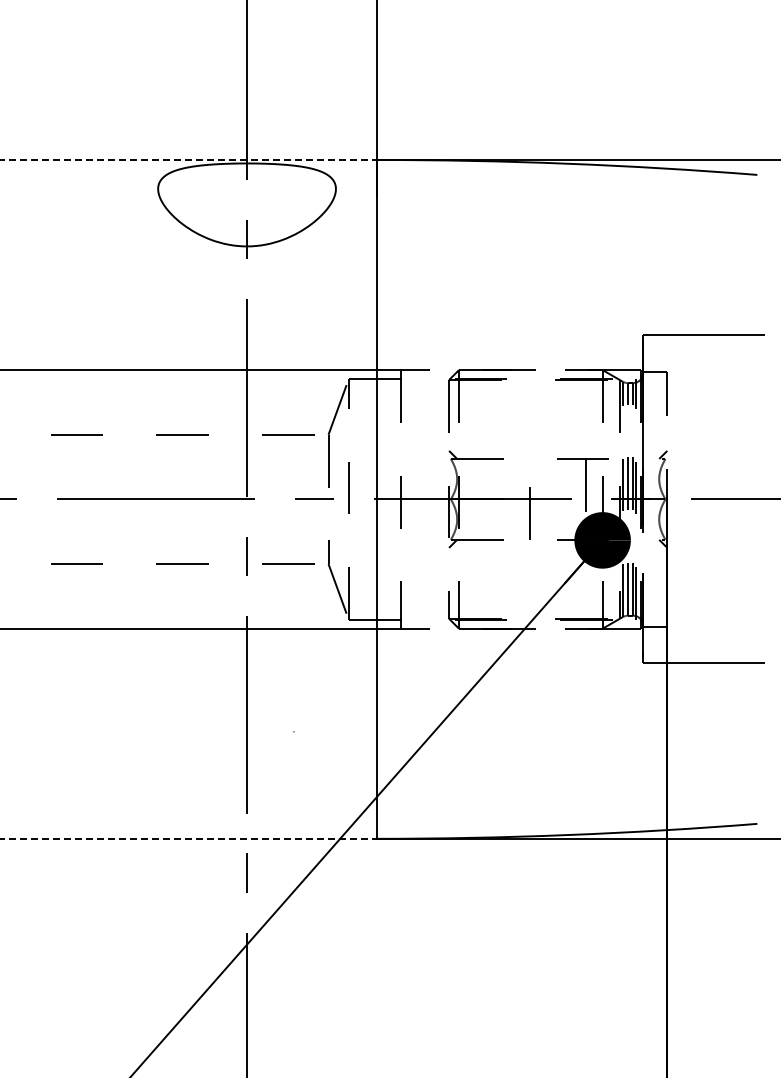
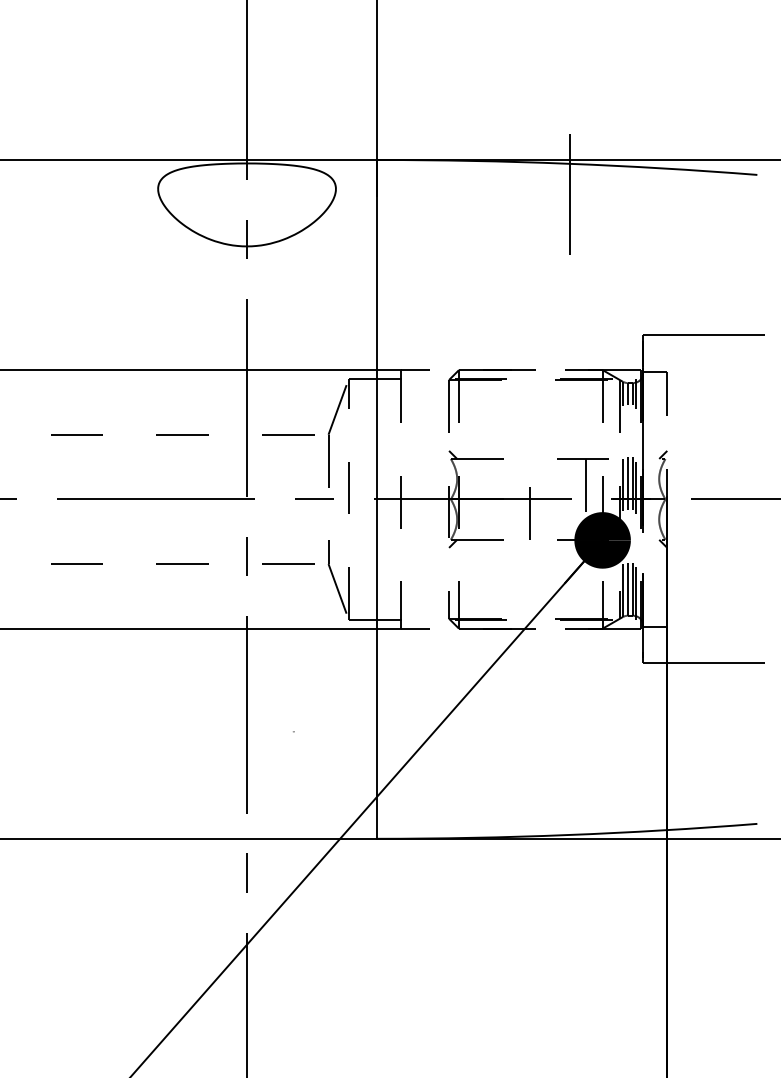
line at (188, 159): dashed -> solid
line at (570, 194): none -> present
line at (188, 838): dashed -> solid
